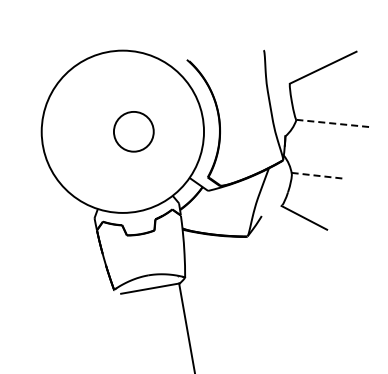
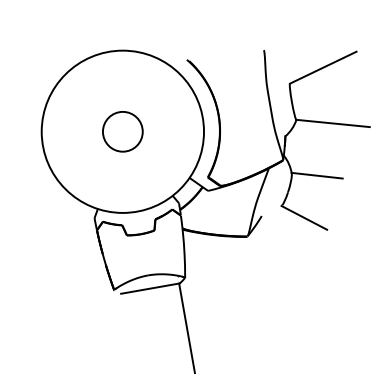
line at (333, 123): dashed -> solid
circle at (133, 131) position: (133, 131) -> (122, 131)
line at (317, 175): dashed -> solid
